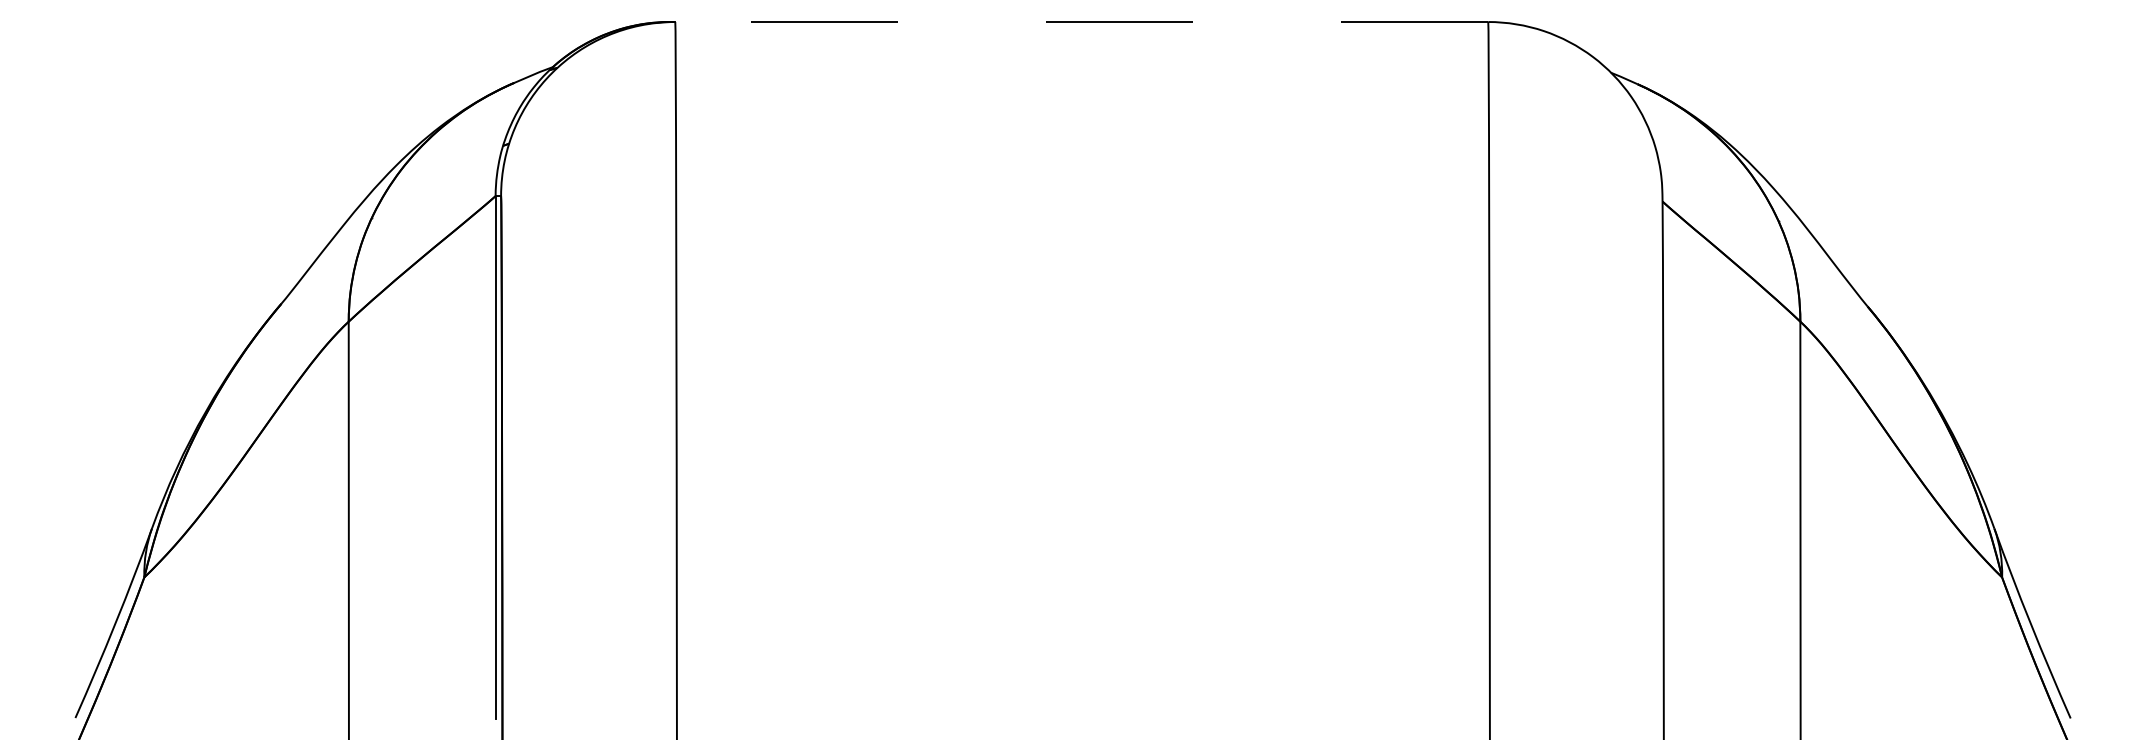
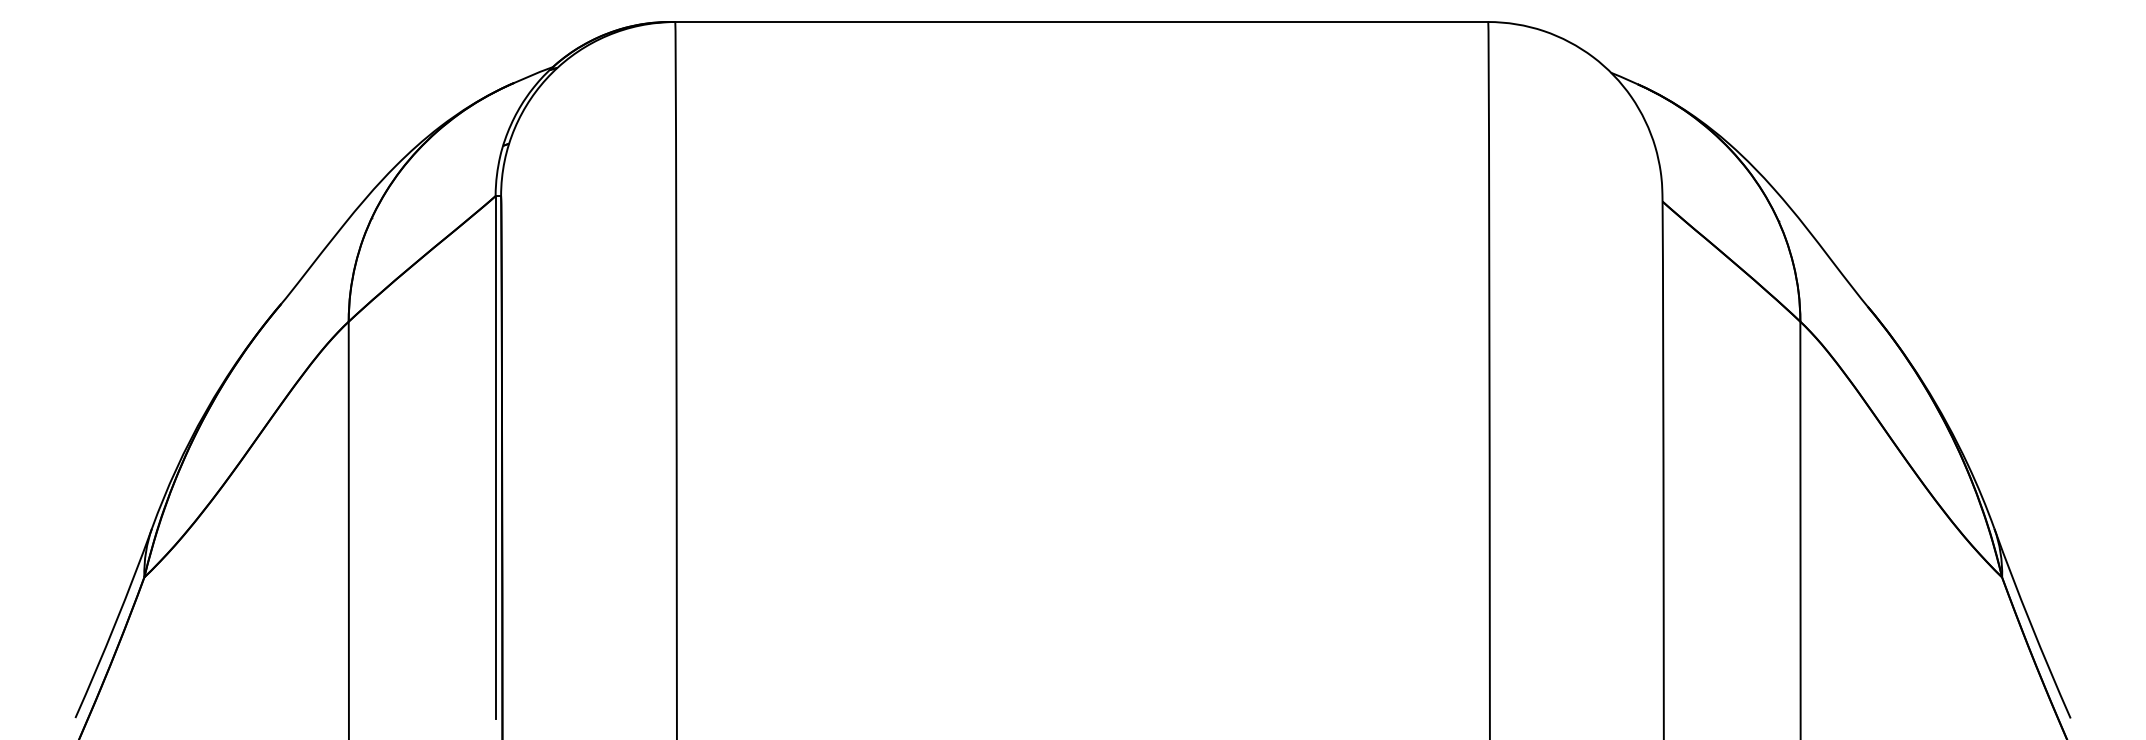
line at (1081, 22): dashed -> solid
